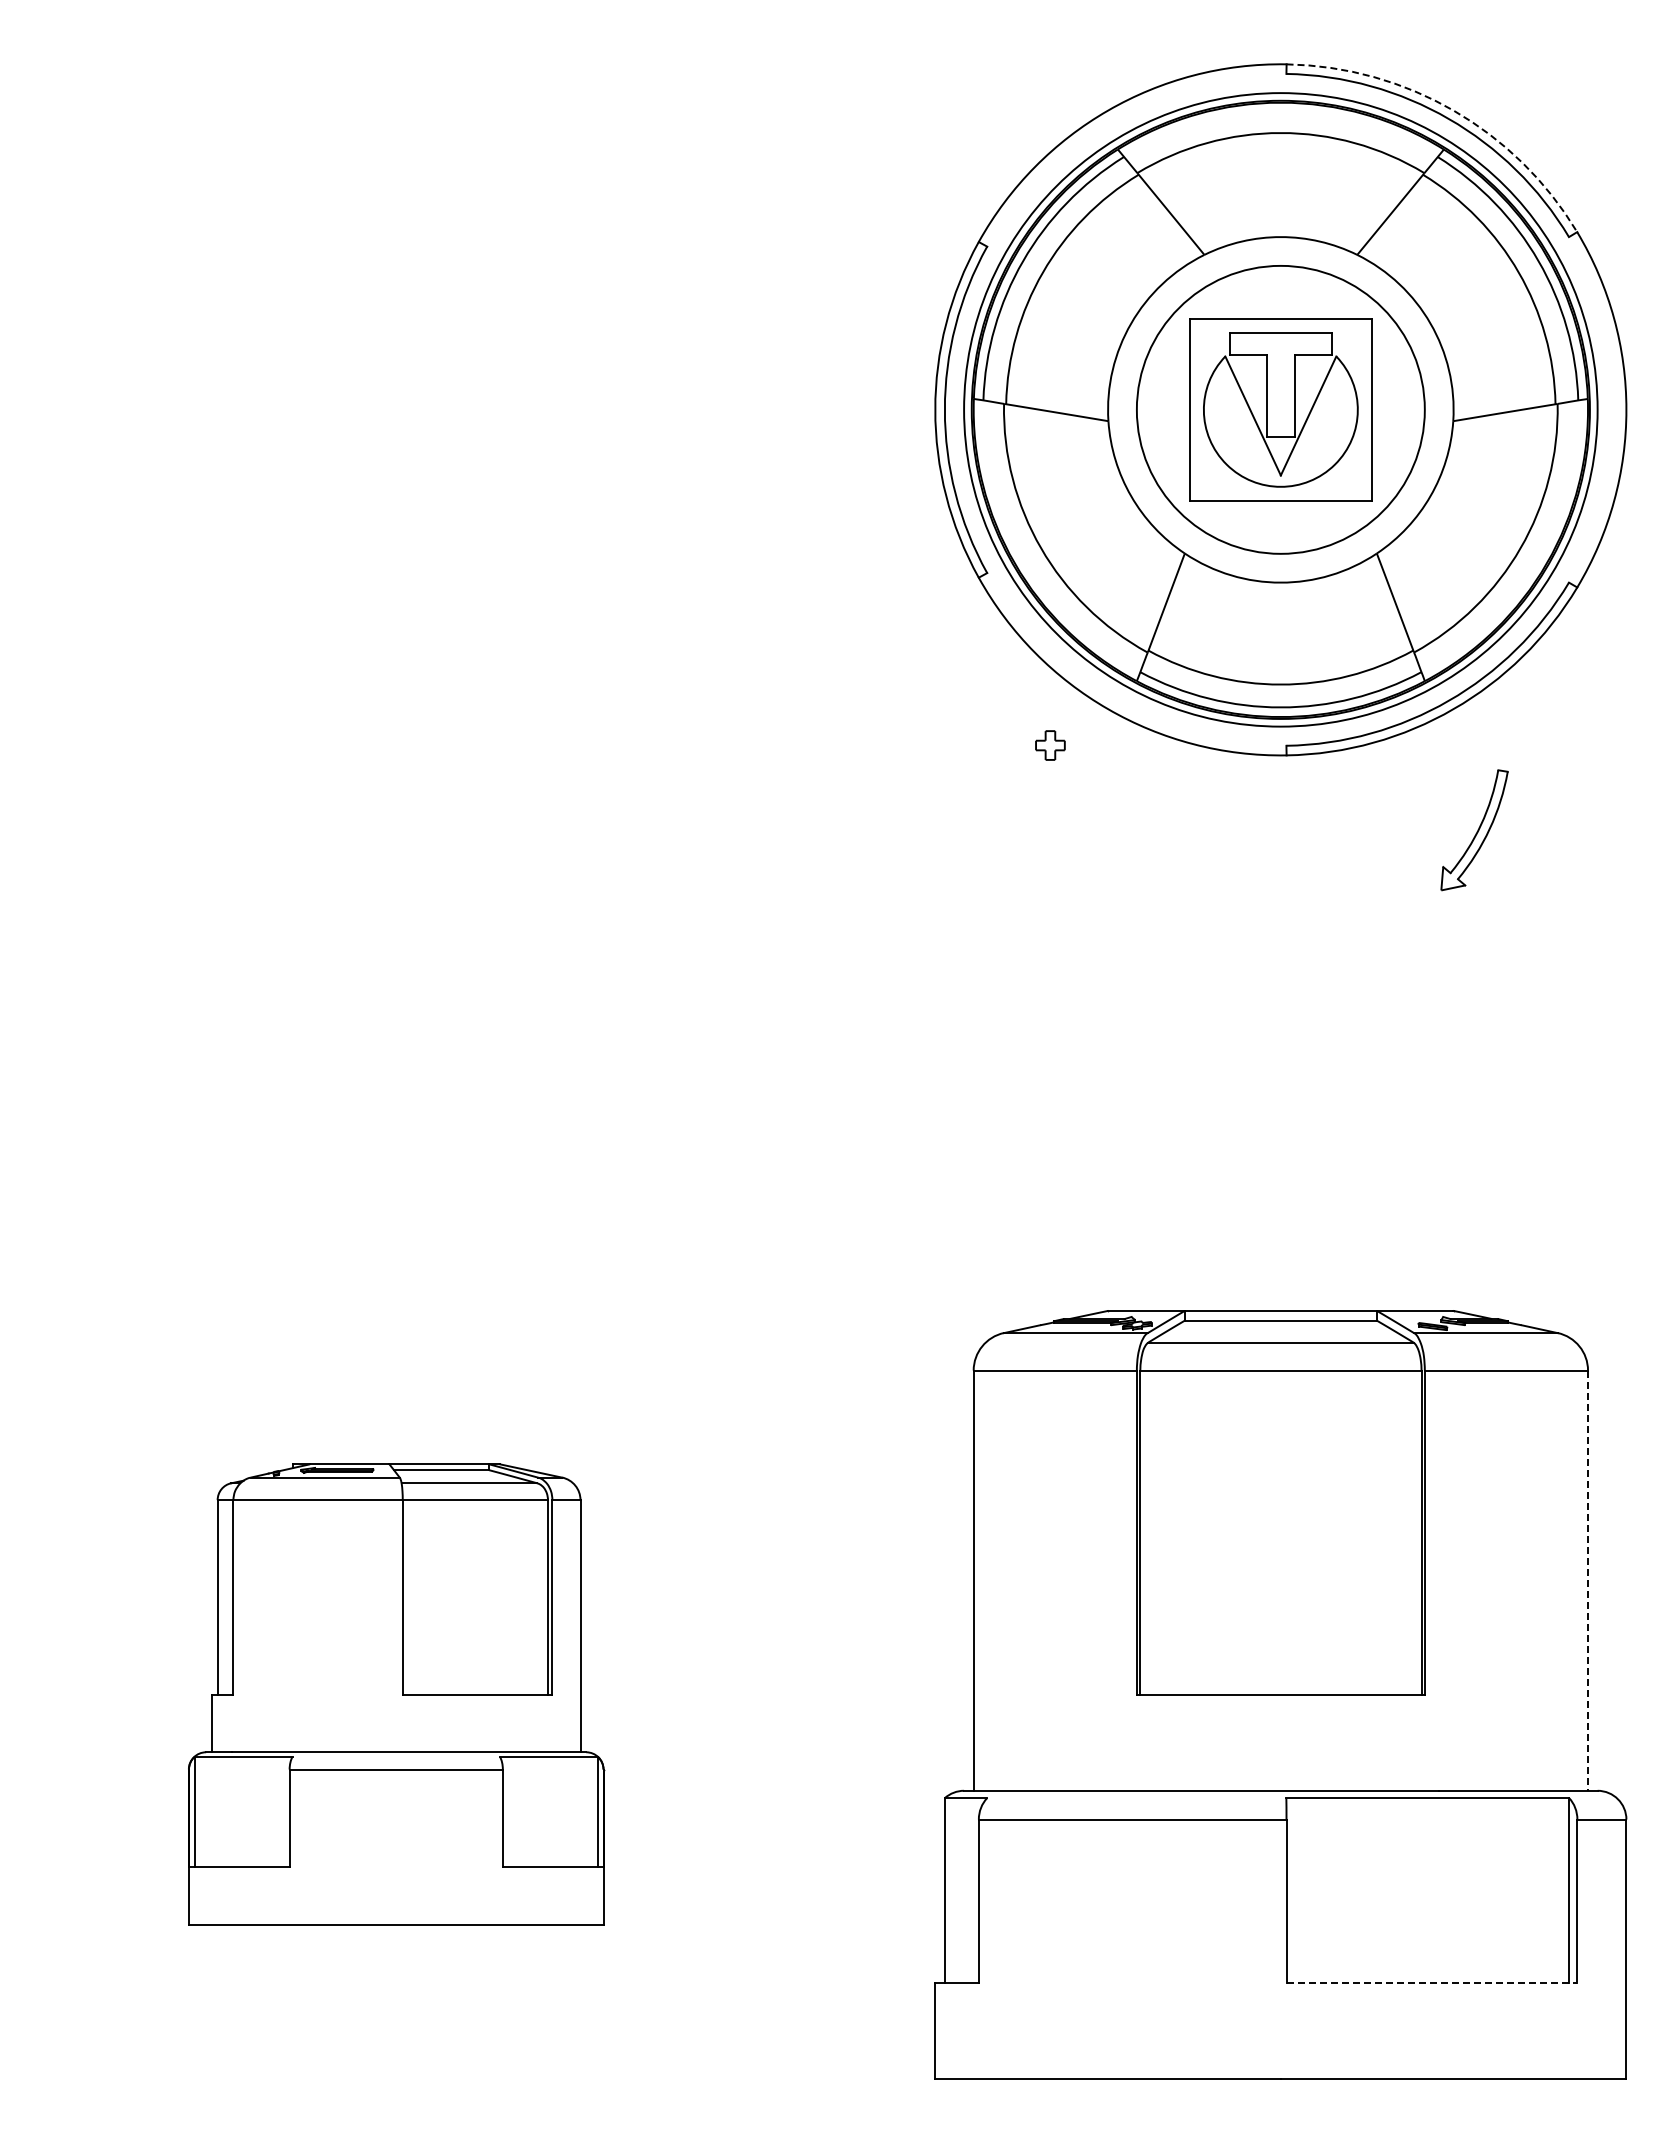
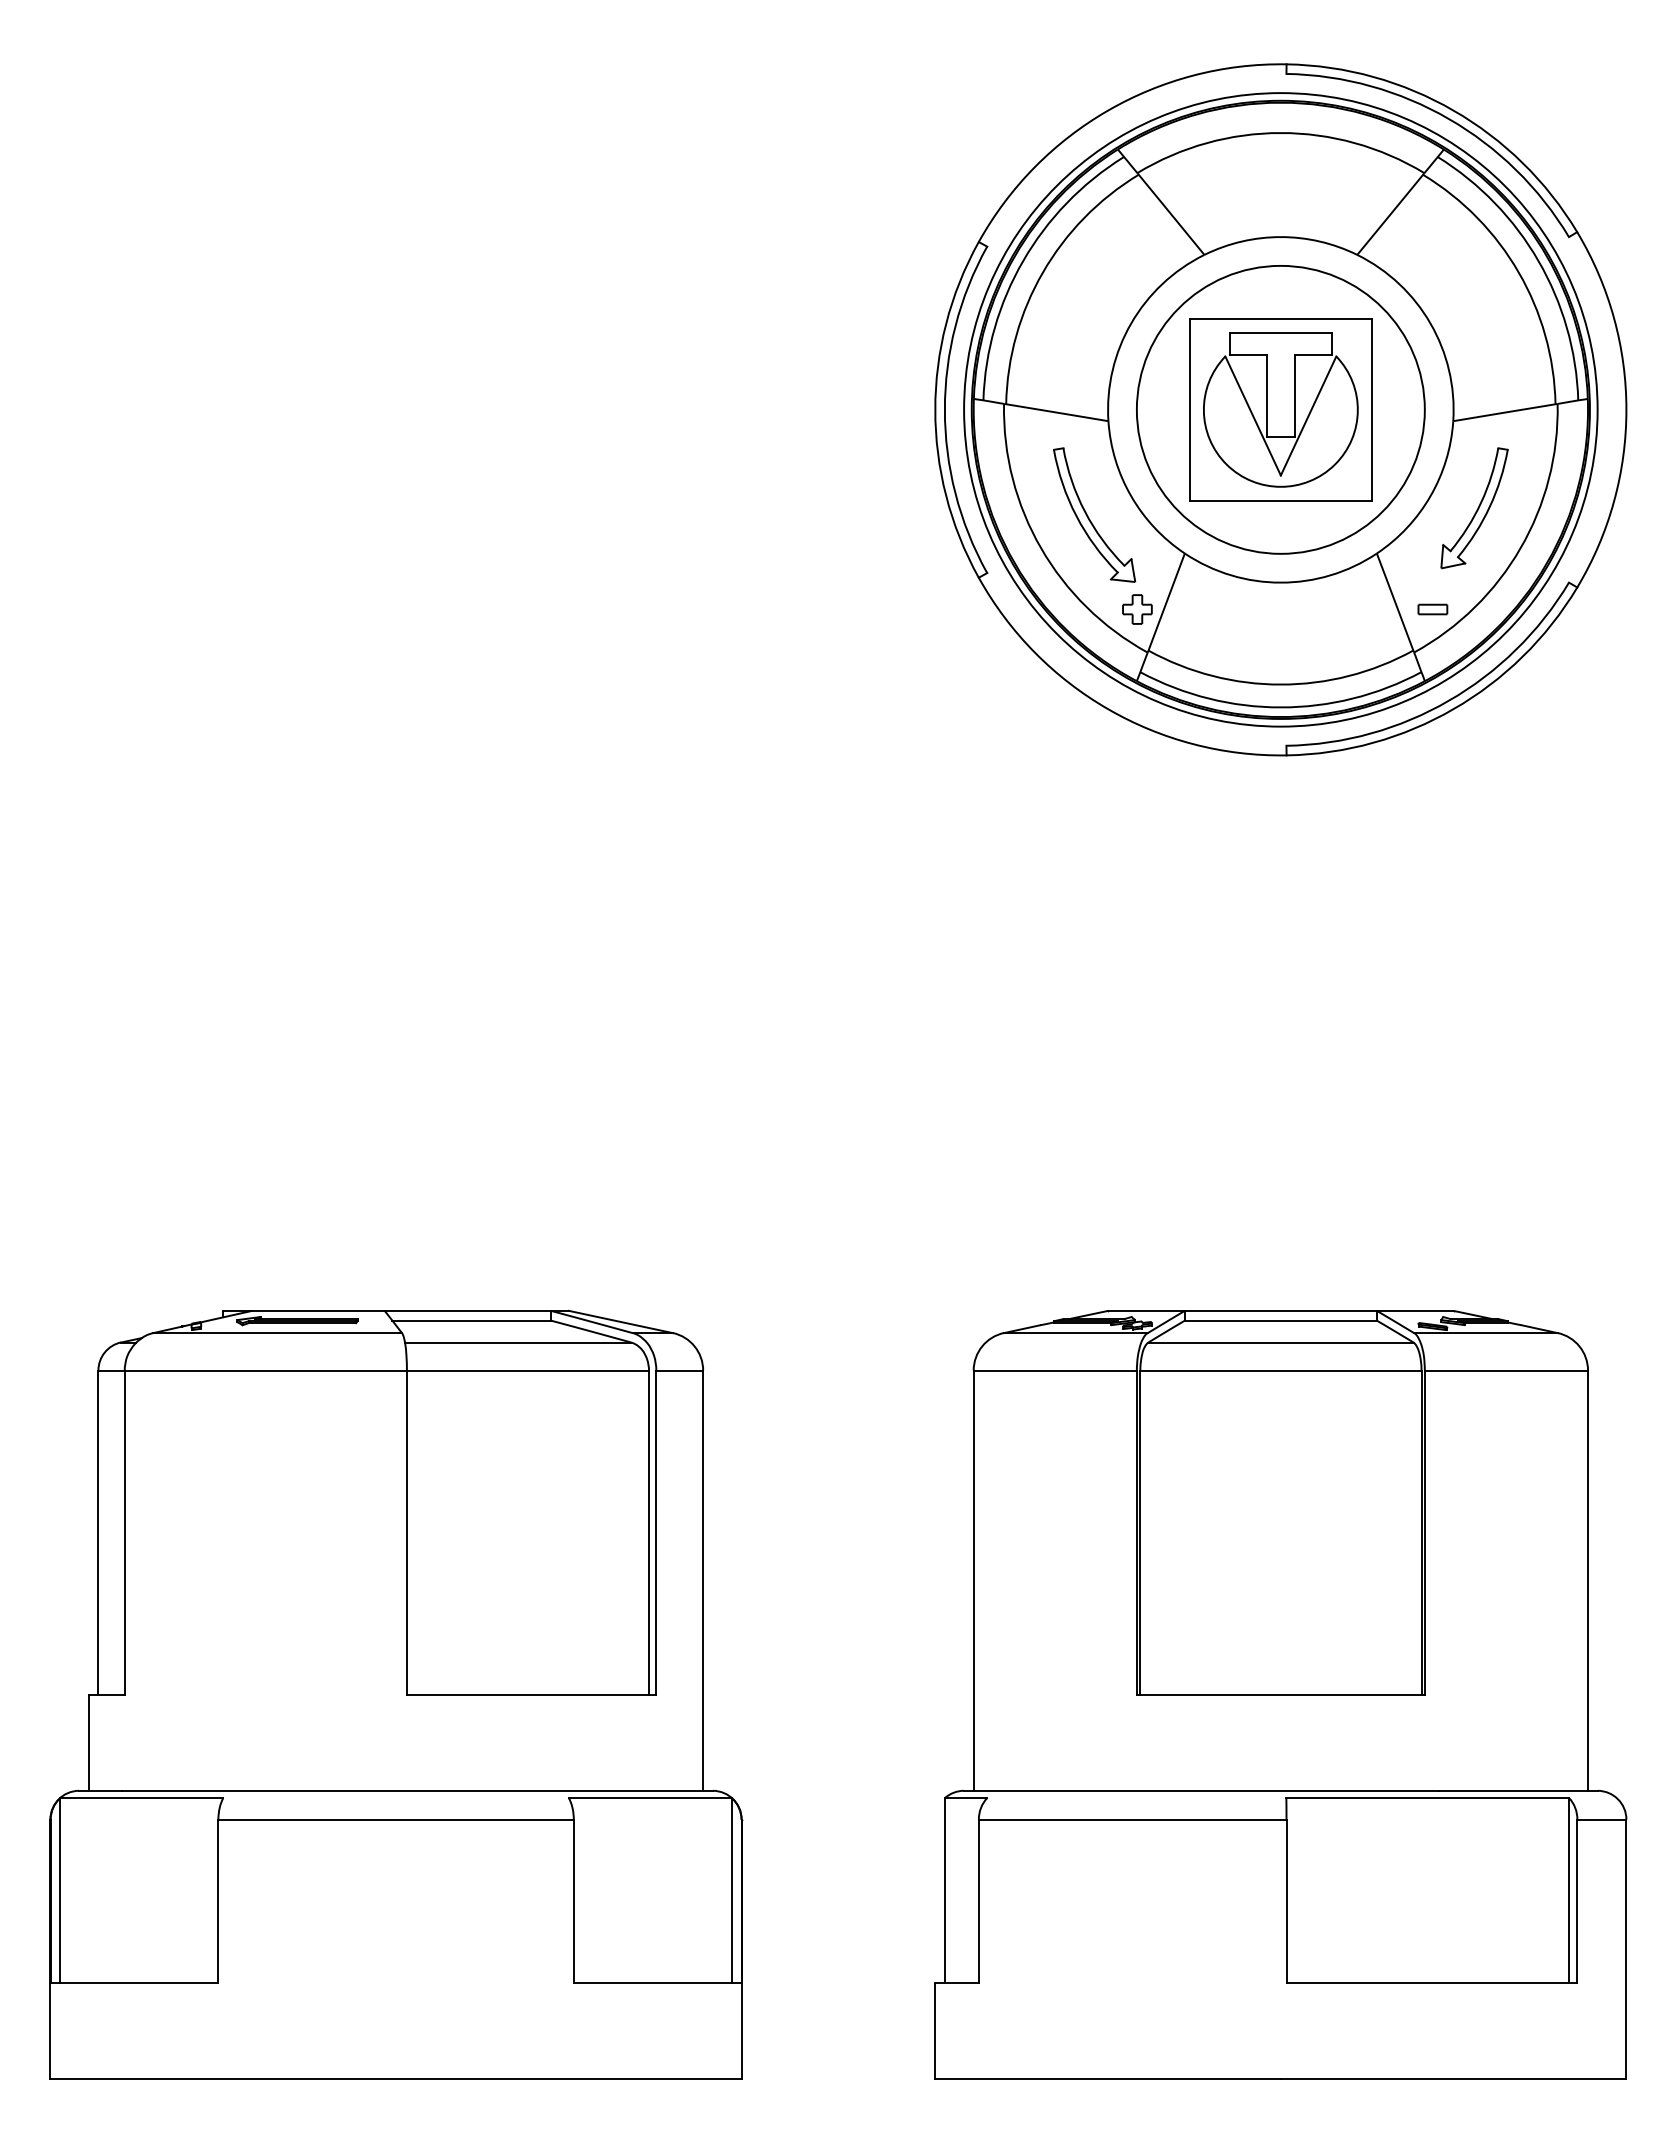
arc at (1453, 110): dashed -> solid
part at (1094, 514): none -> present
part at (1432, 609): none -> present
part at (1050, 745) position: (1050, 745) -> (1137, 609)
part at (1474, 830) position: (1474, 830) -> (1474, 508)
line at (1588, 1581): dashed -> solid
part at (396, 1694) size: 418x463 px -> 695x771 px
line at (1432, 1982): dashed -> solid
